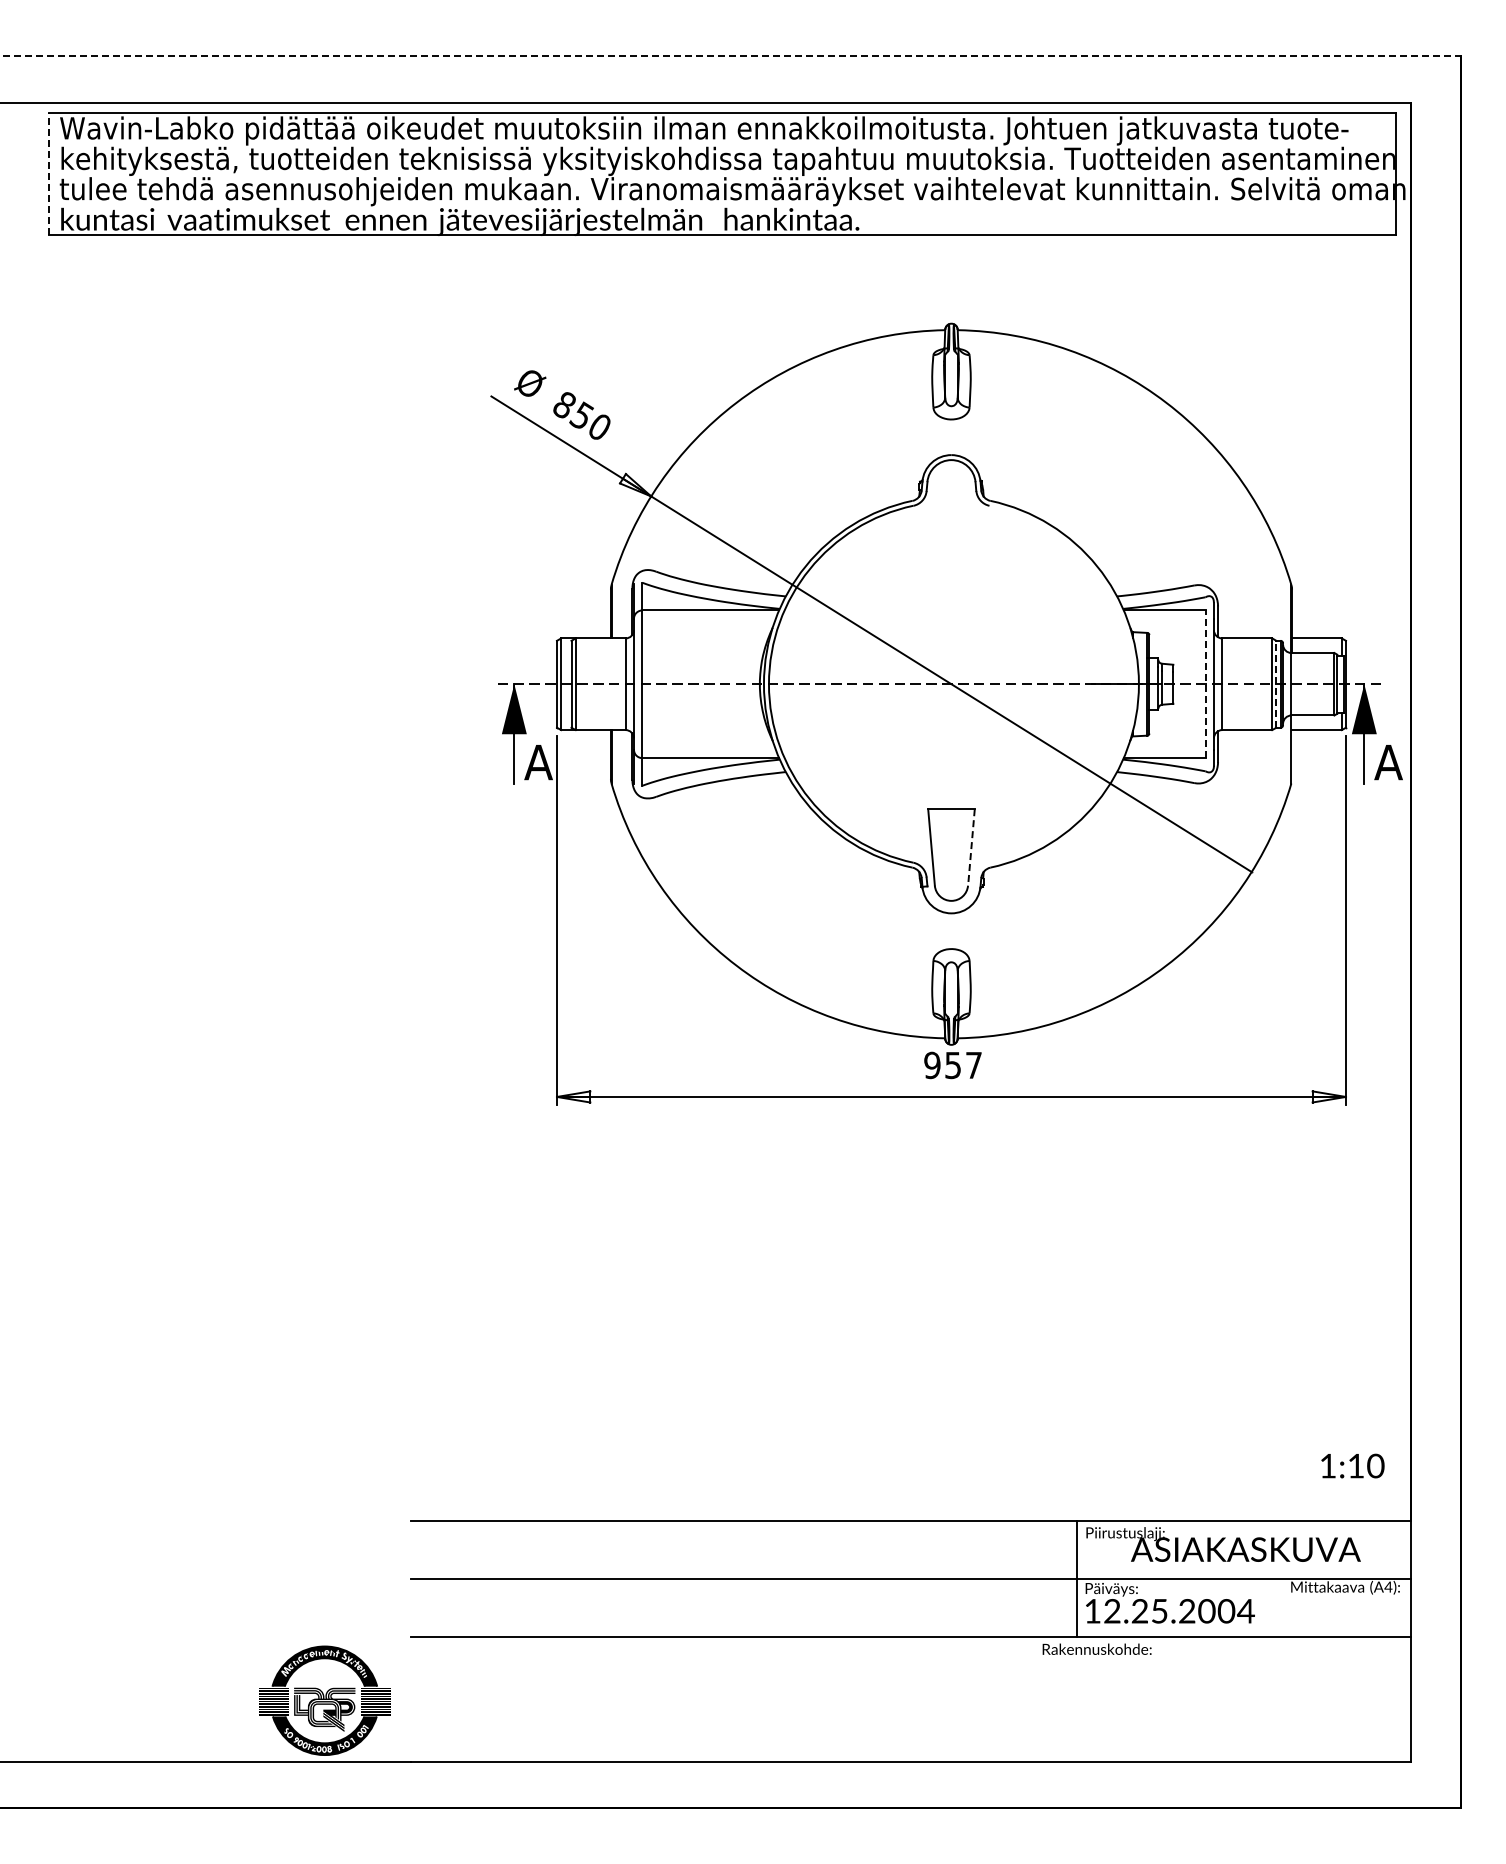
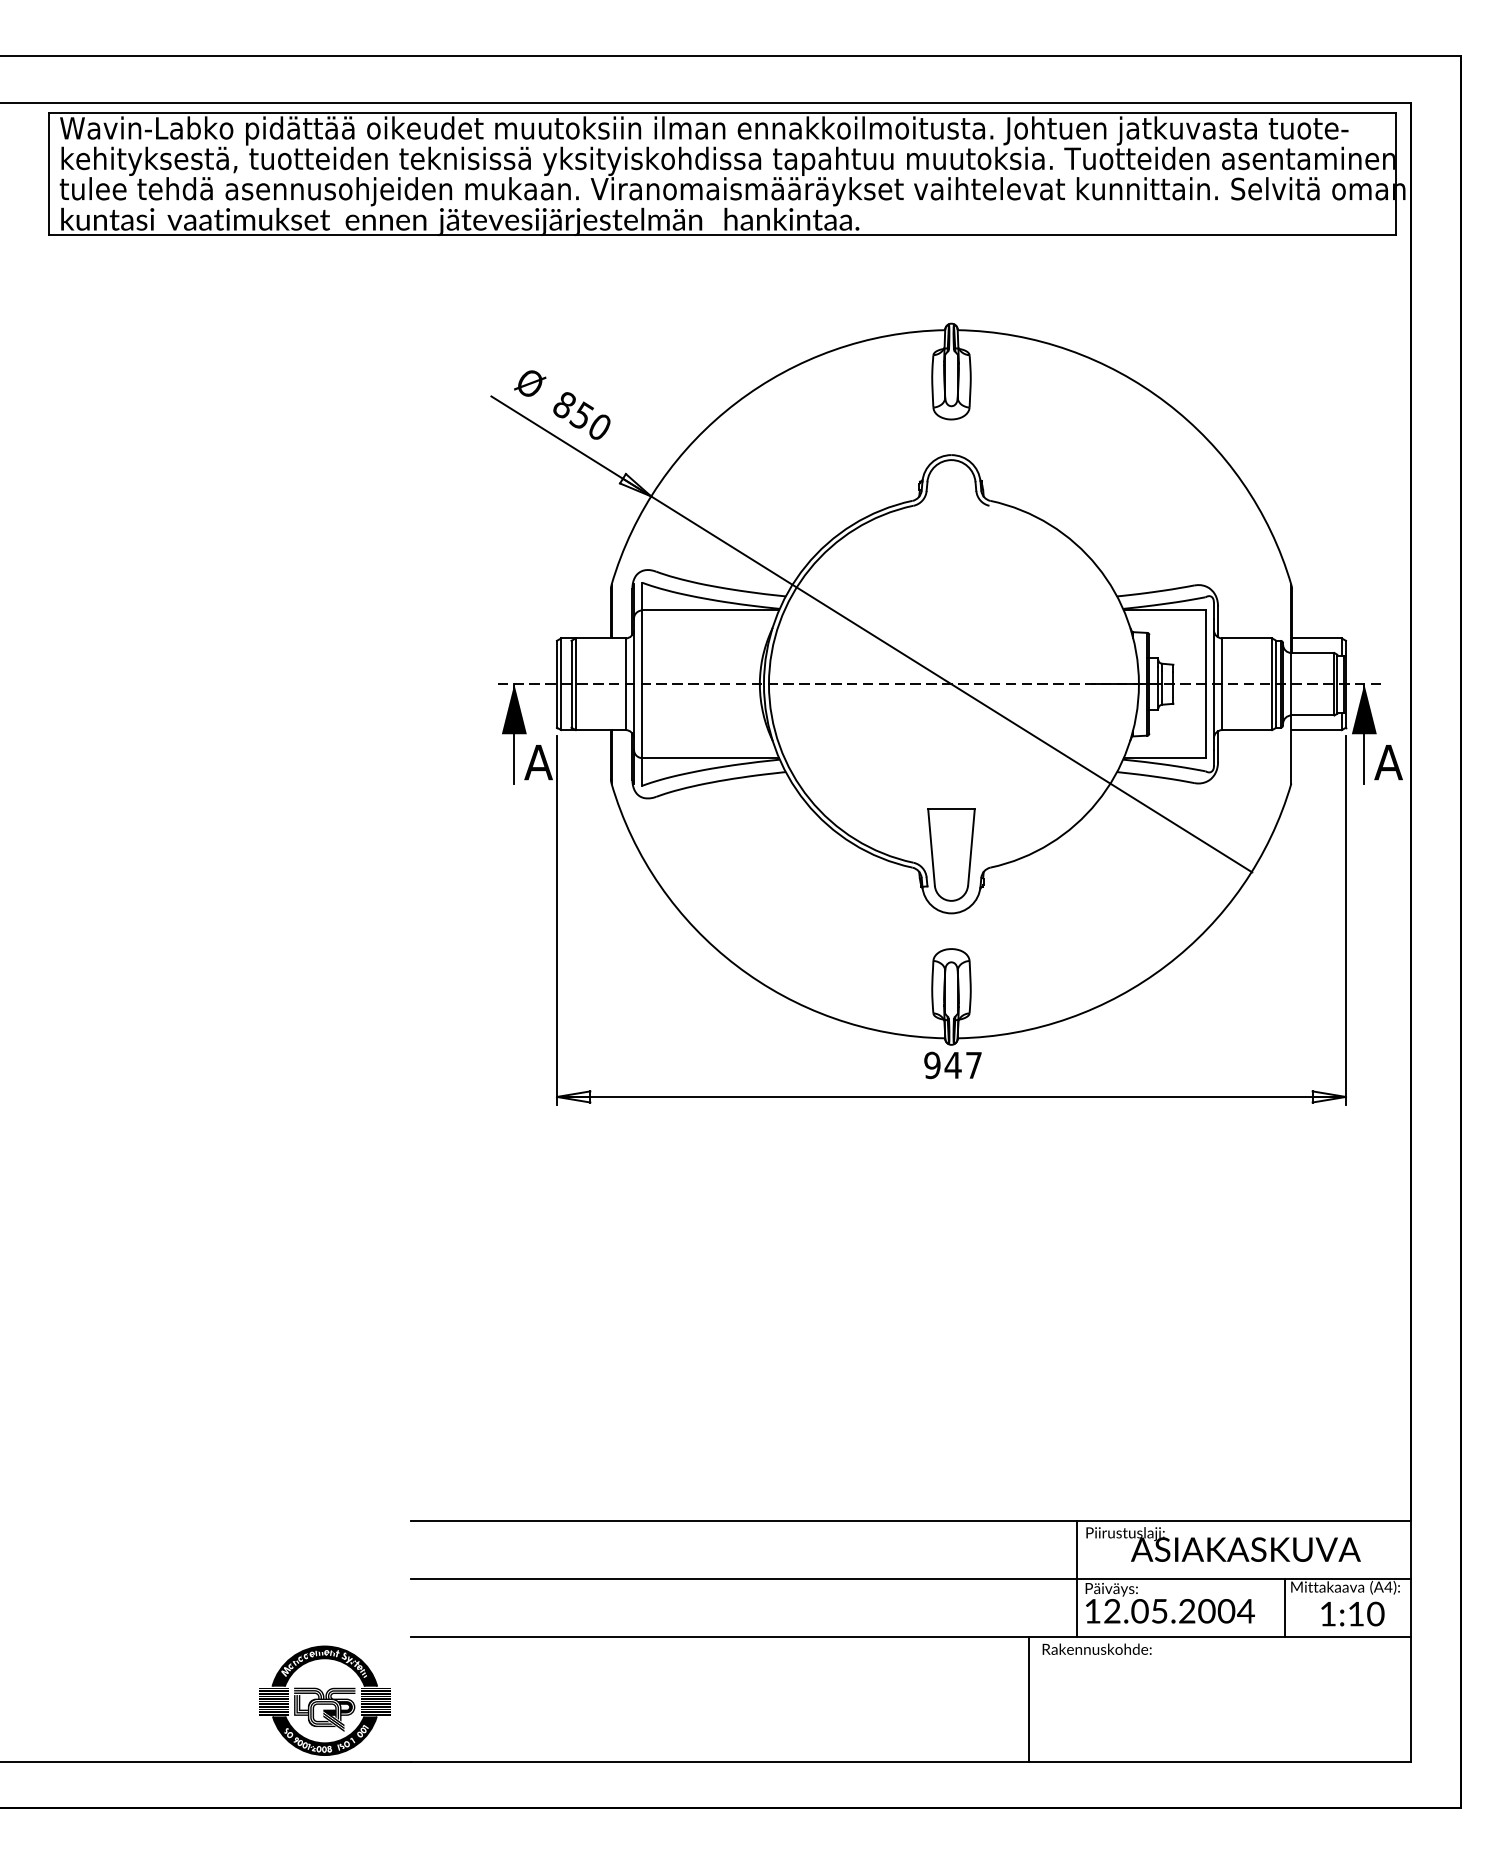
line at (730, 55): dashed -> solid
line at (48, 173): dashed -> solid
line at (1276, 683): dashed -> solid
line at (1205, 684): dashed -> solid
line at (971, 847): dashed -> solid
text at (952, 1065): 957 -> 947
text at (1352, 1465) position: (1352, 1465) -> (1352, 1613)
line at (1285, 1608): none -> present
text at (1139, 1611): 12.25.2004 -> 12.05.2004
line at (1029, 1699): none -> present
